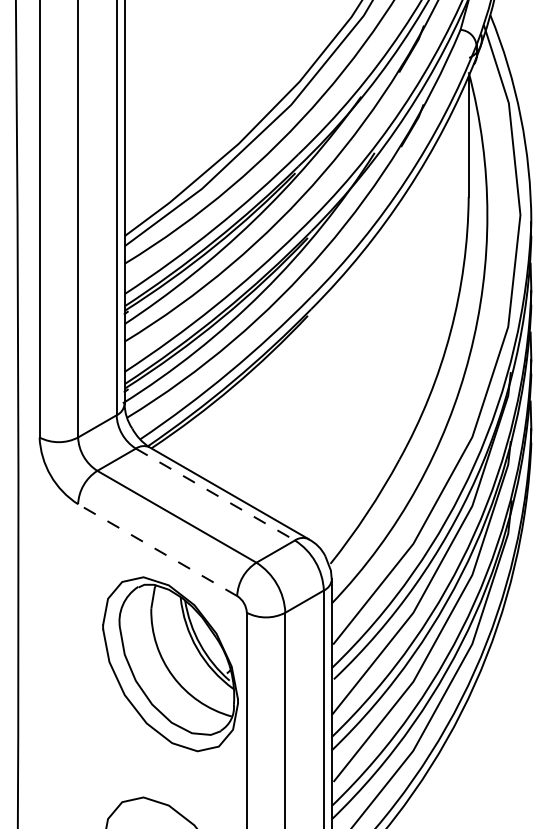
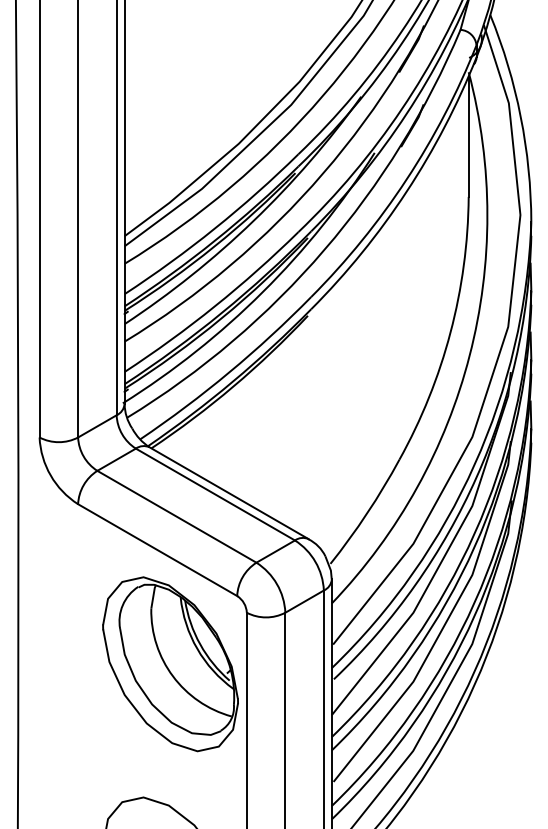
line at (215, 494): dashed -> solid
line at (157, 550): dashed -> solid
